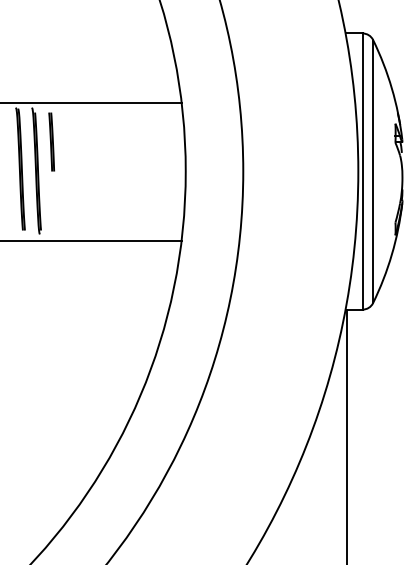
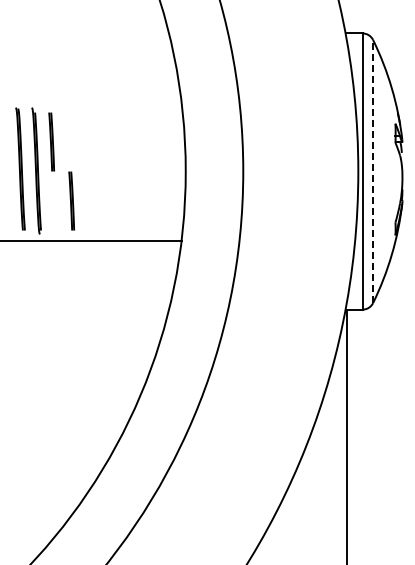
line at (91, 102): present -> none
line at (373, 171): solid -> dashed
part at (71, 200): none -> present
